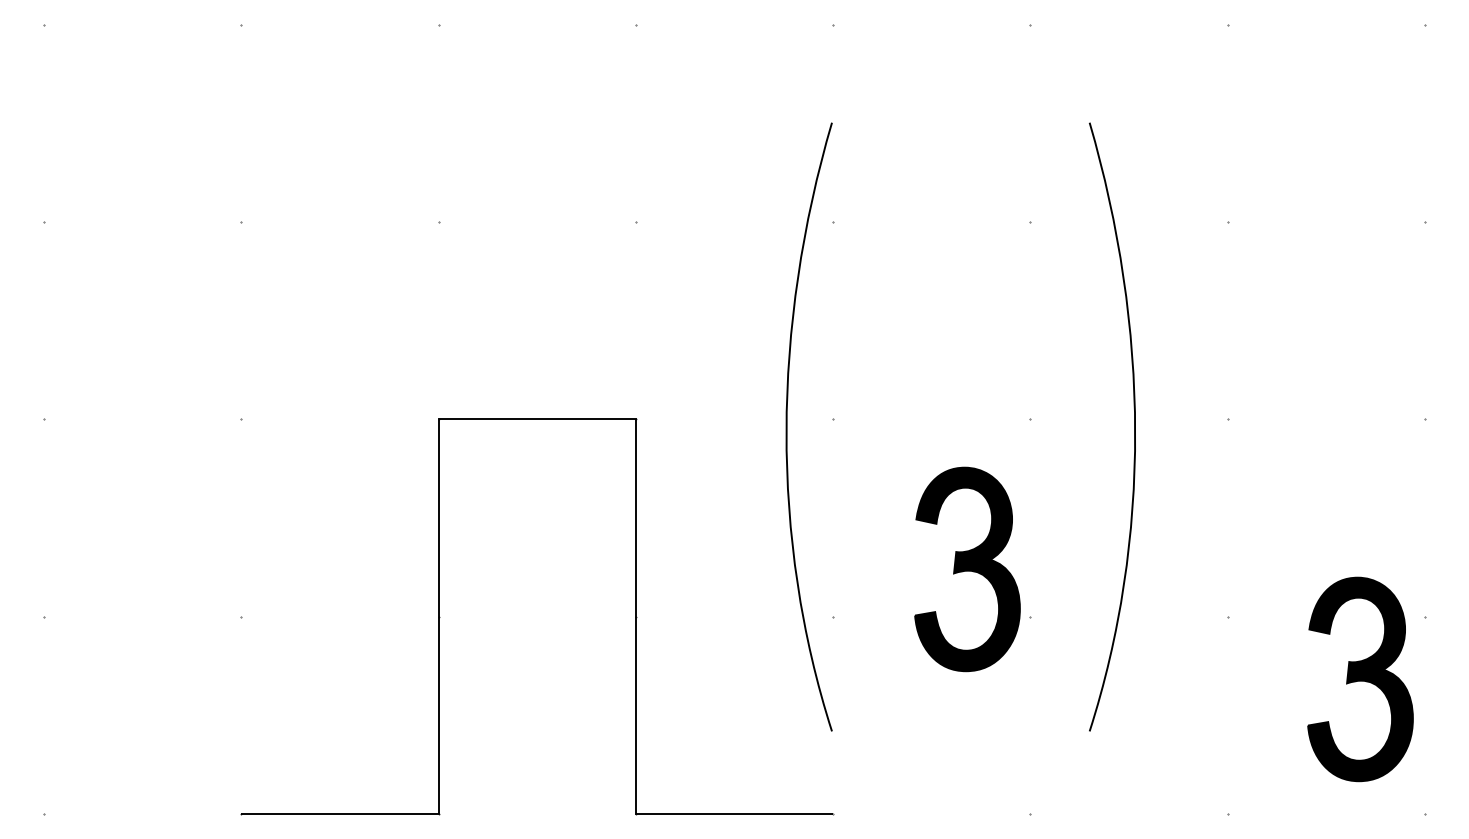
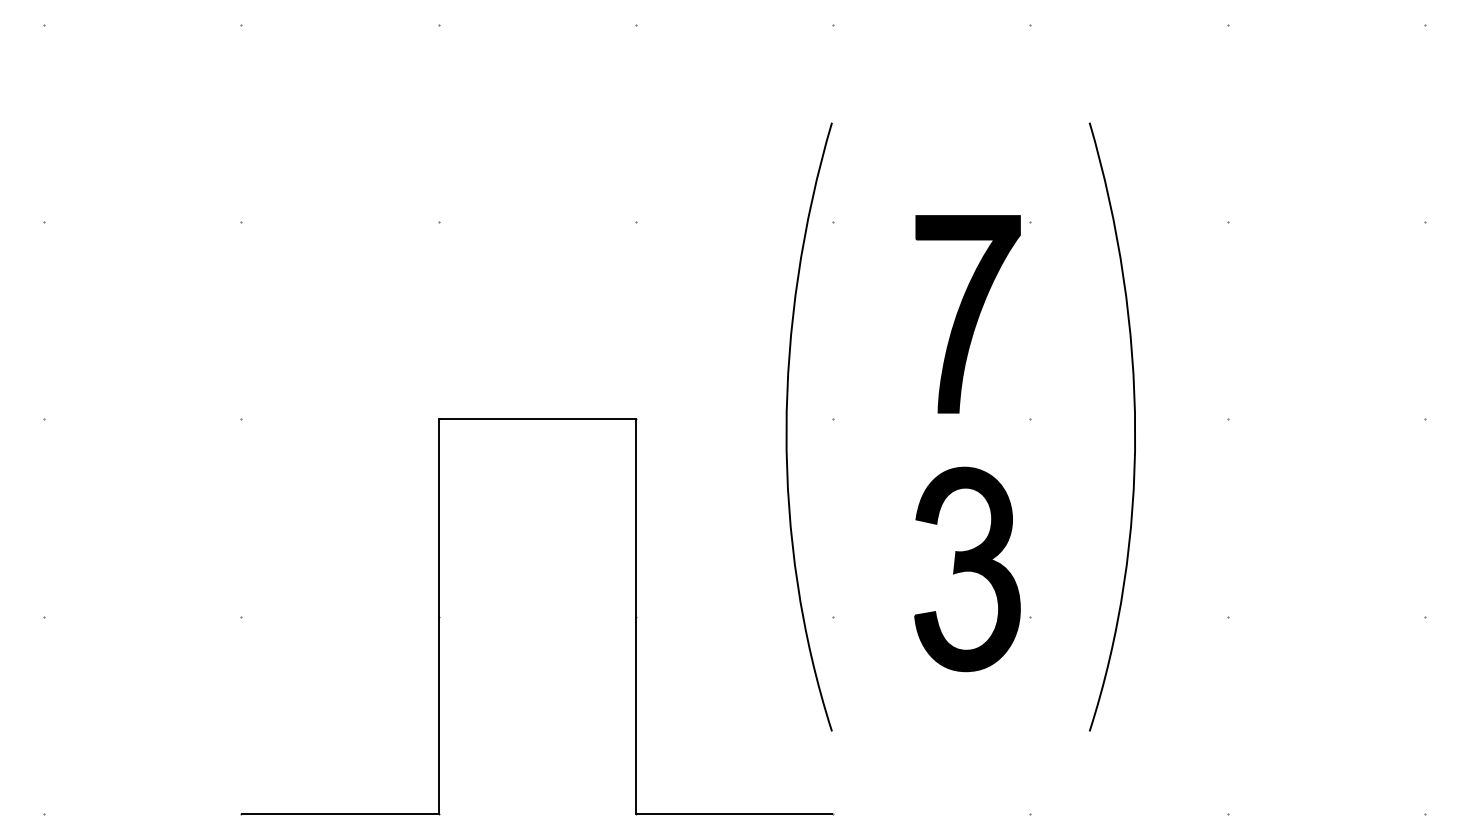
part at (967, 314): none -> present
part at (1360, 679): present -> none
